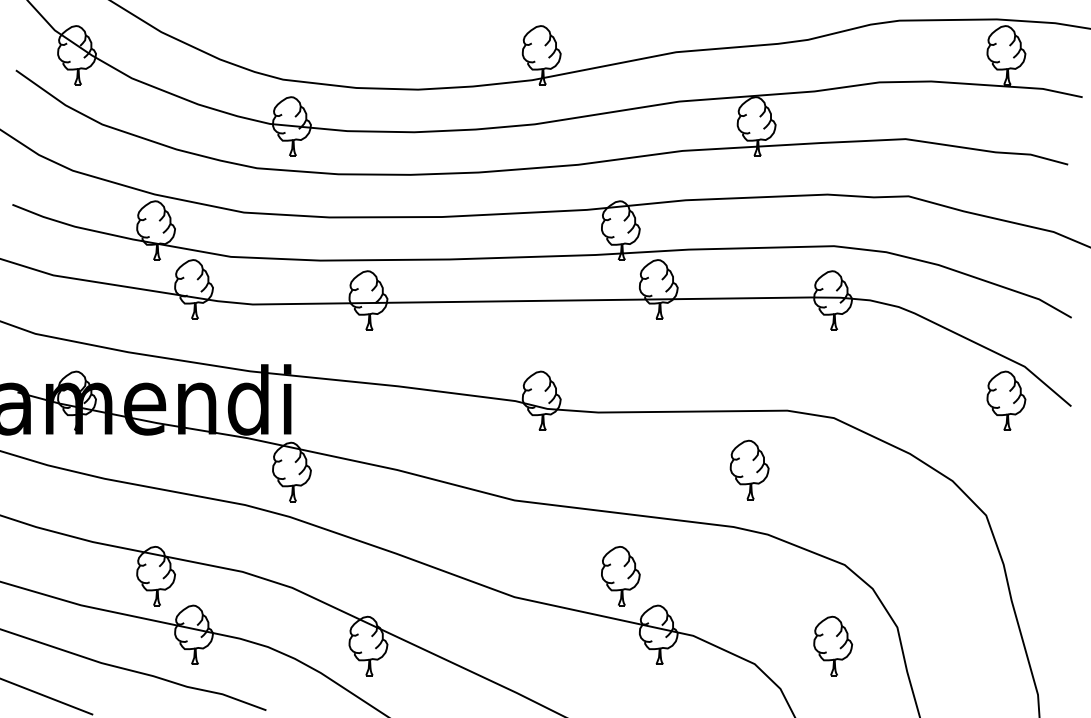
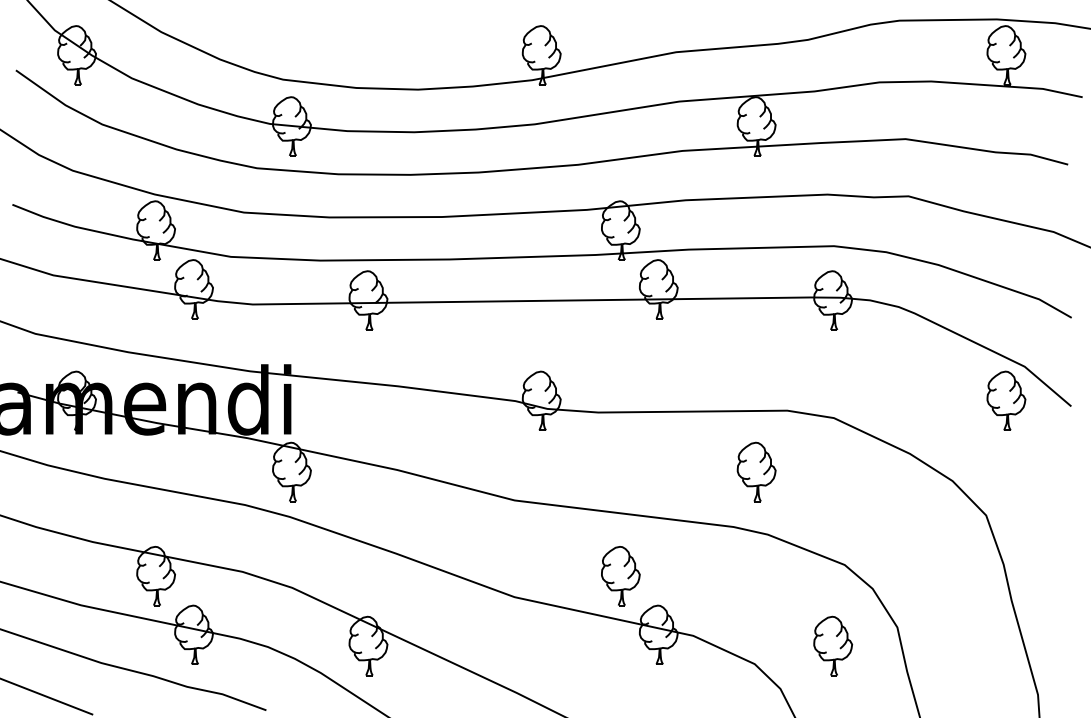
part at (749, 469) position: (749, 469) -> (756, 471)
